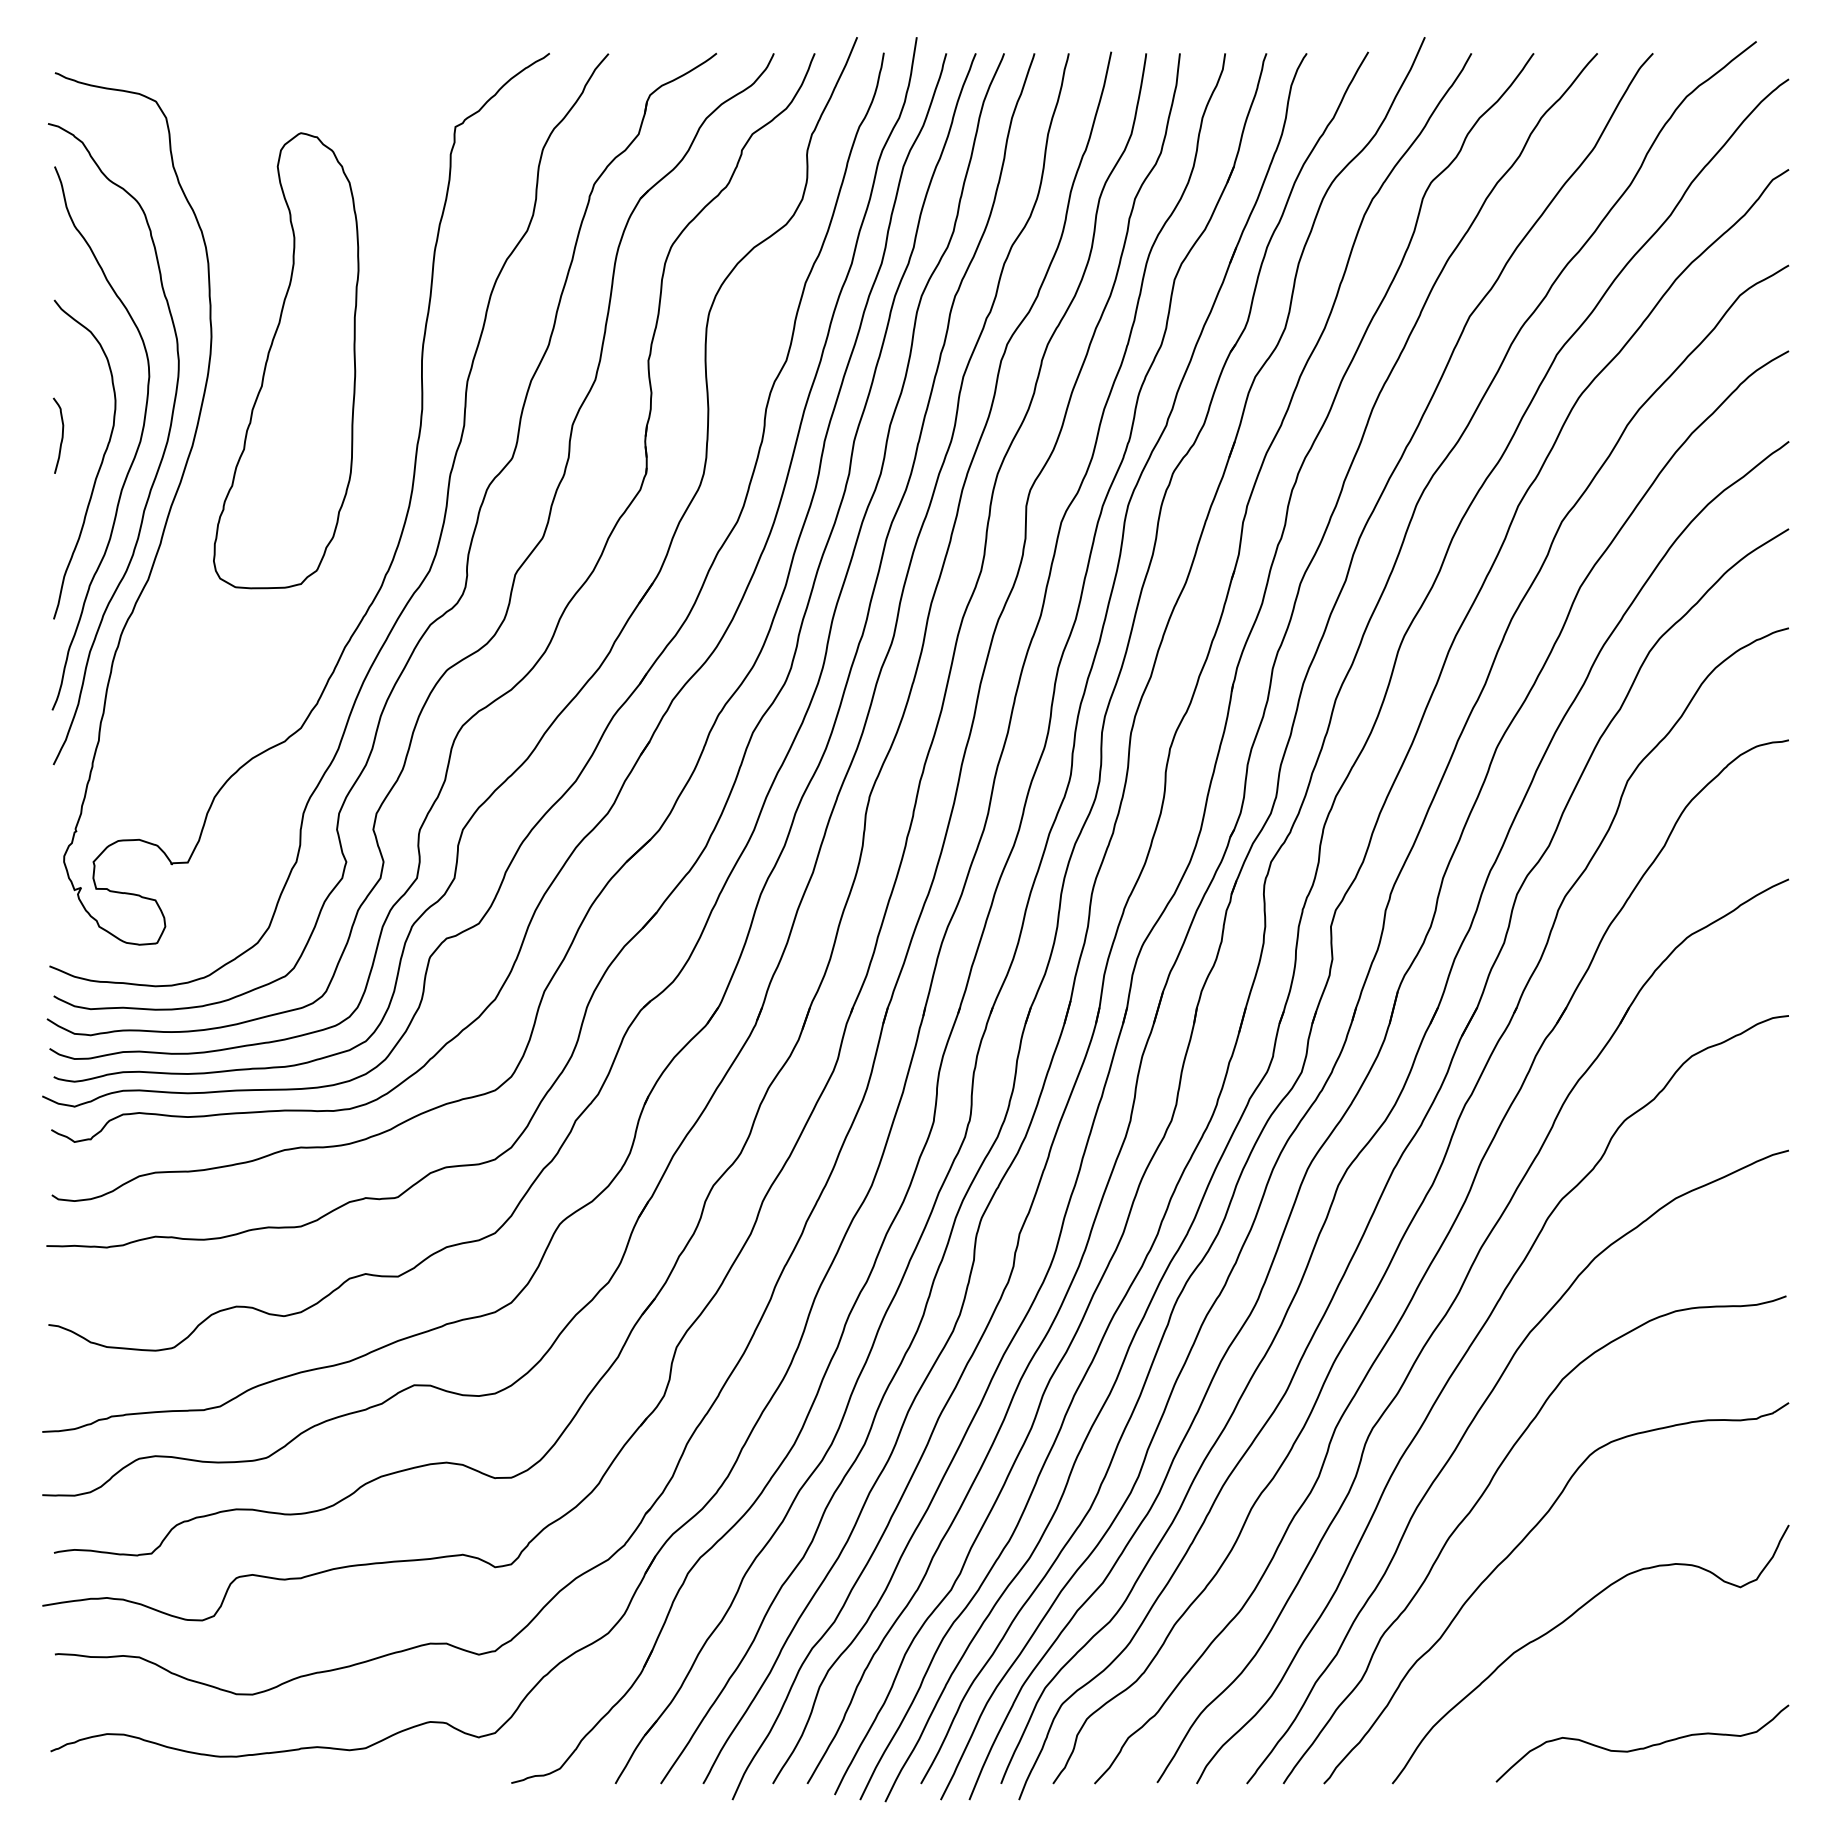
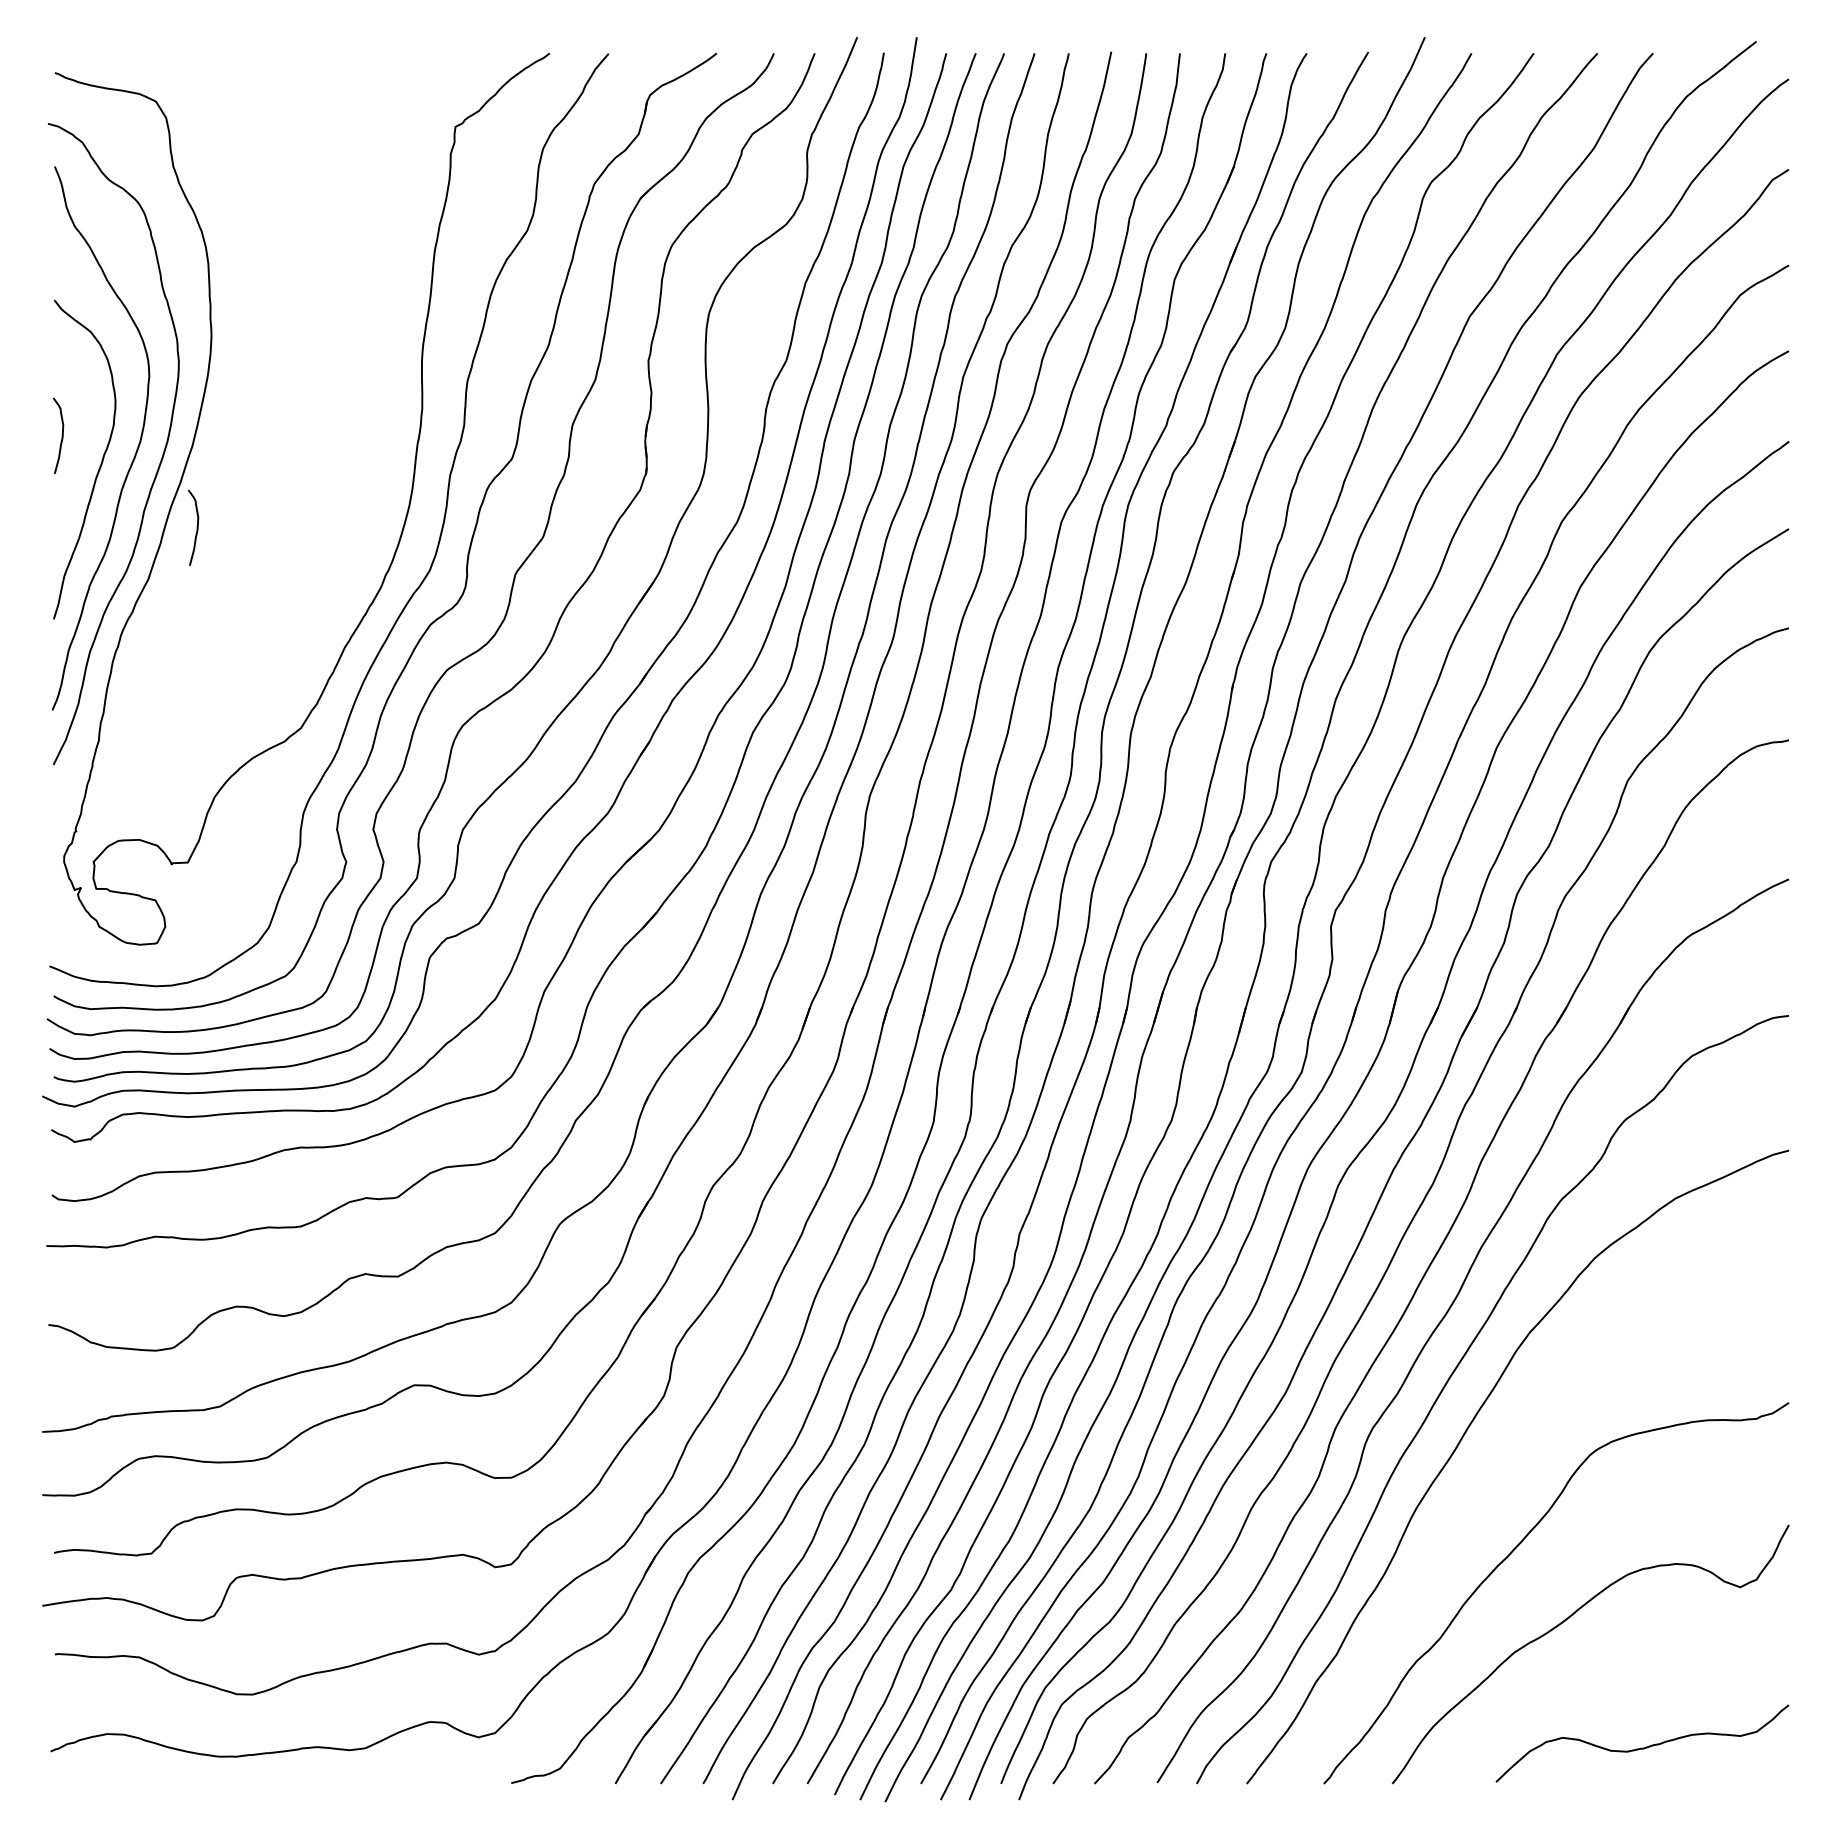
part at (286, 360): present -> none
curve at (196, 527): none -> present
curve at (1480, 1499): present -> none
